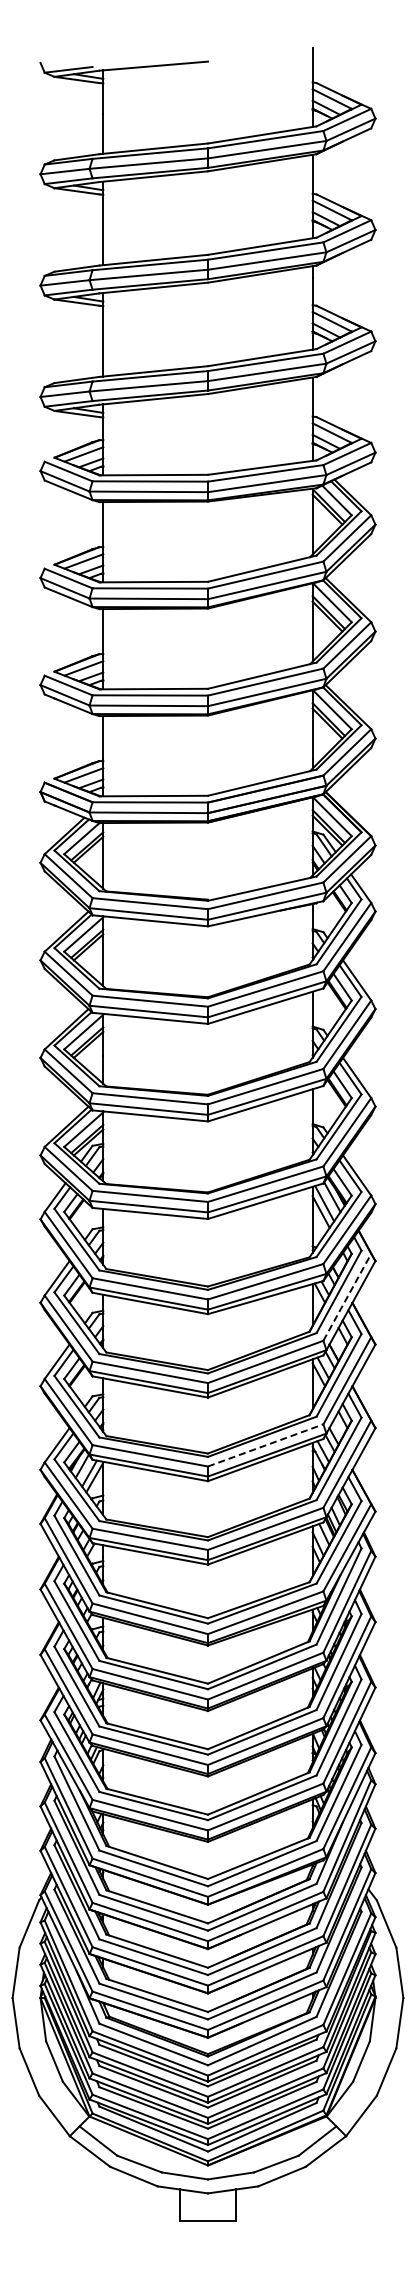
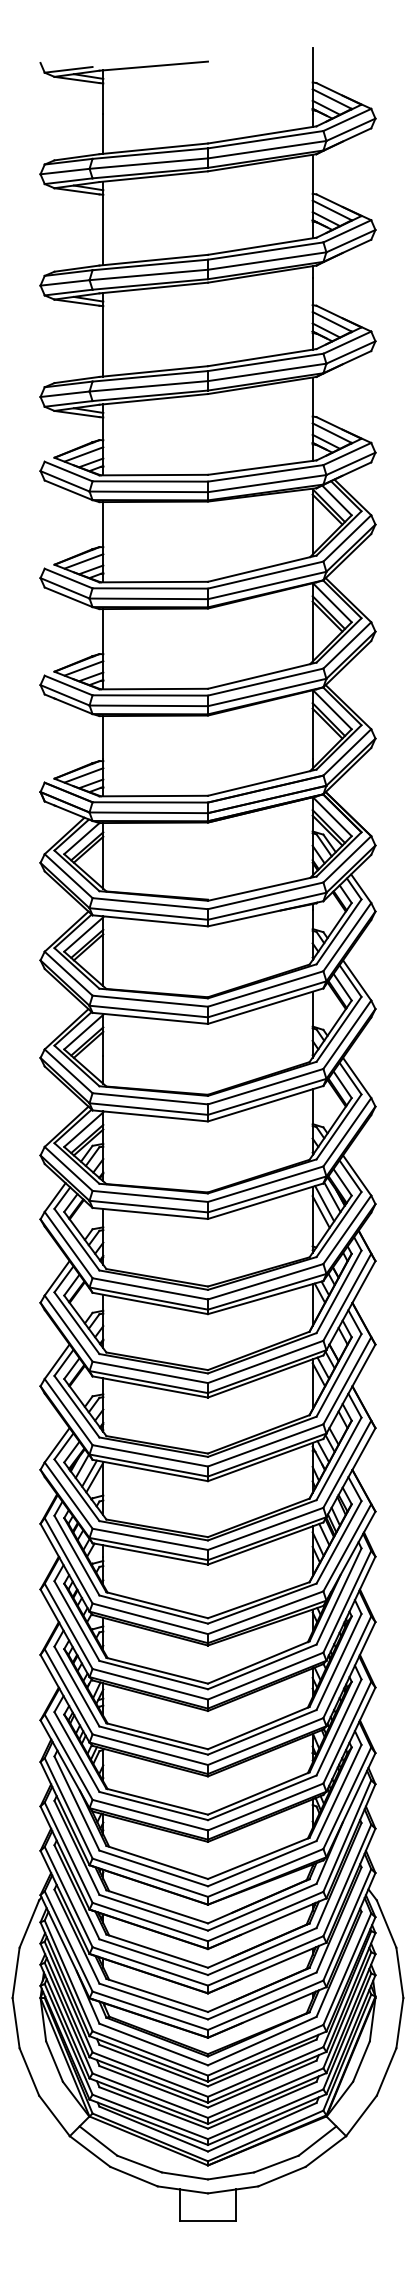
line at (347, 1297): dashed -> solid
line at (266, 1445): dashed -> solid
